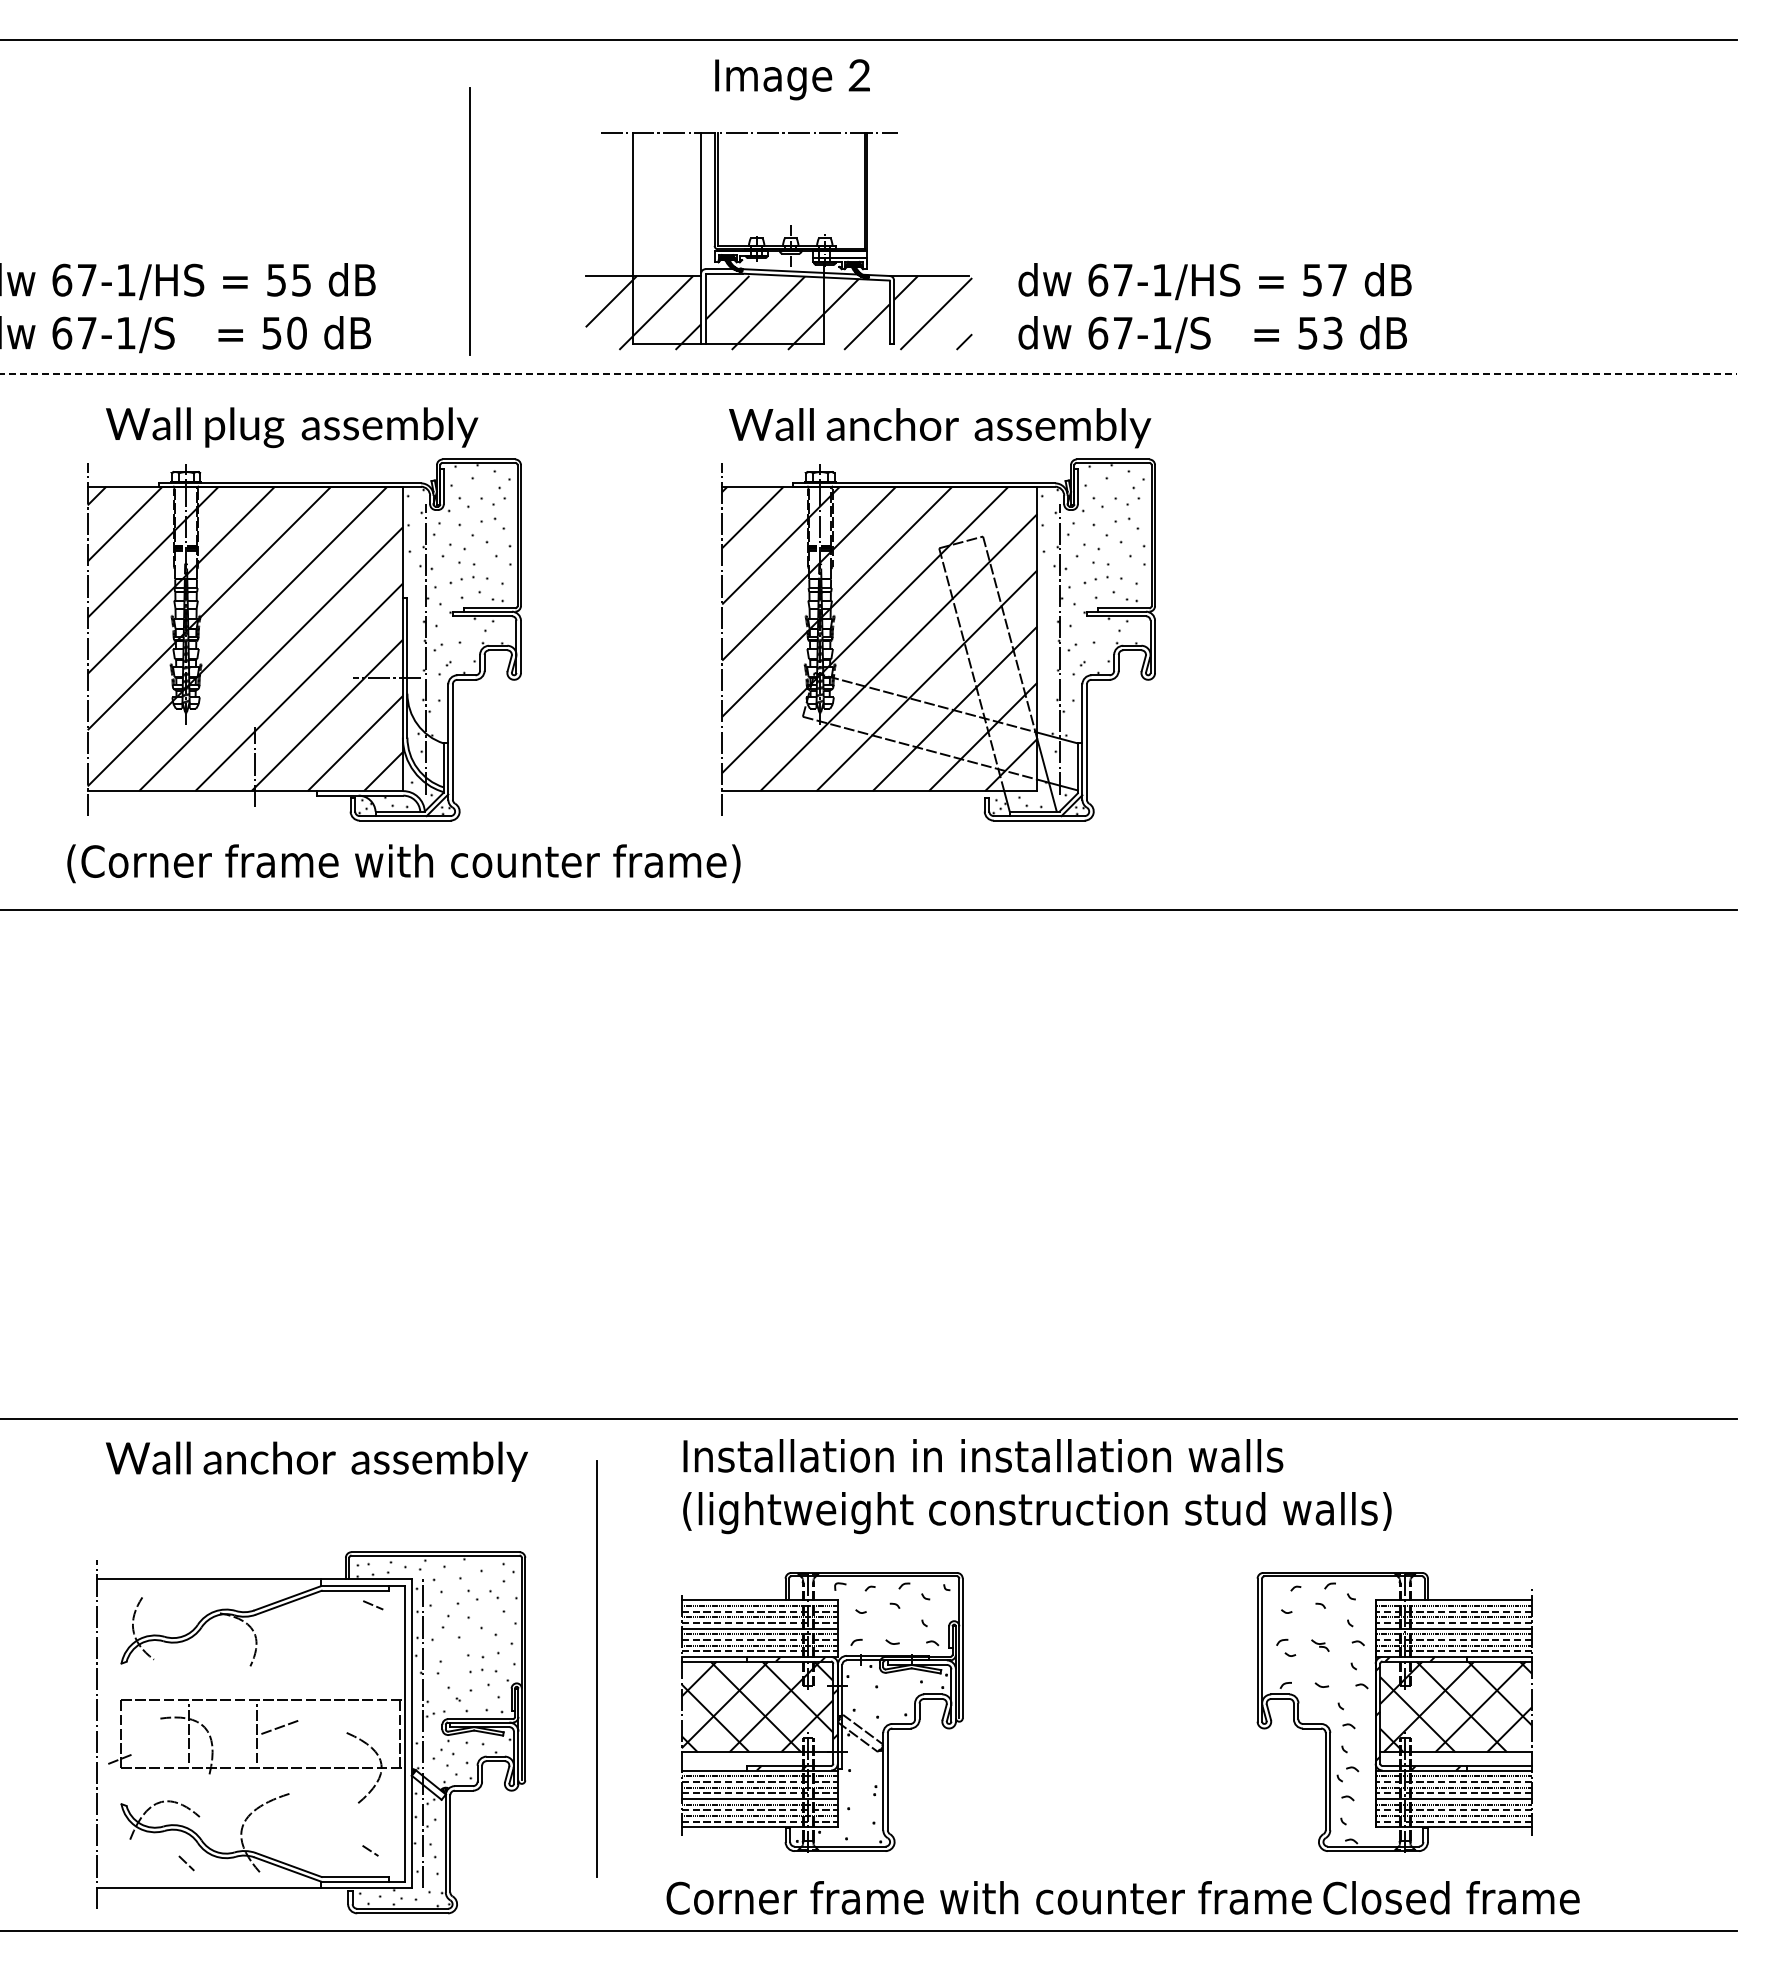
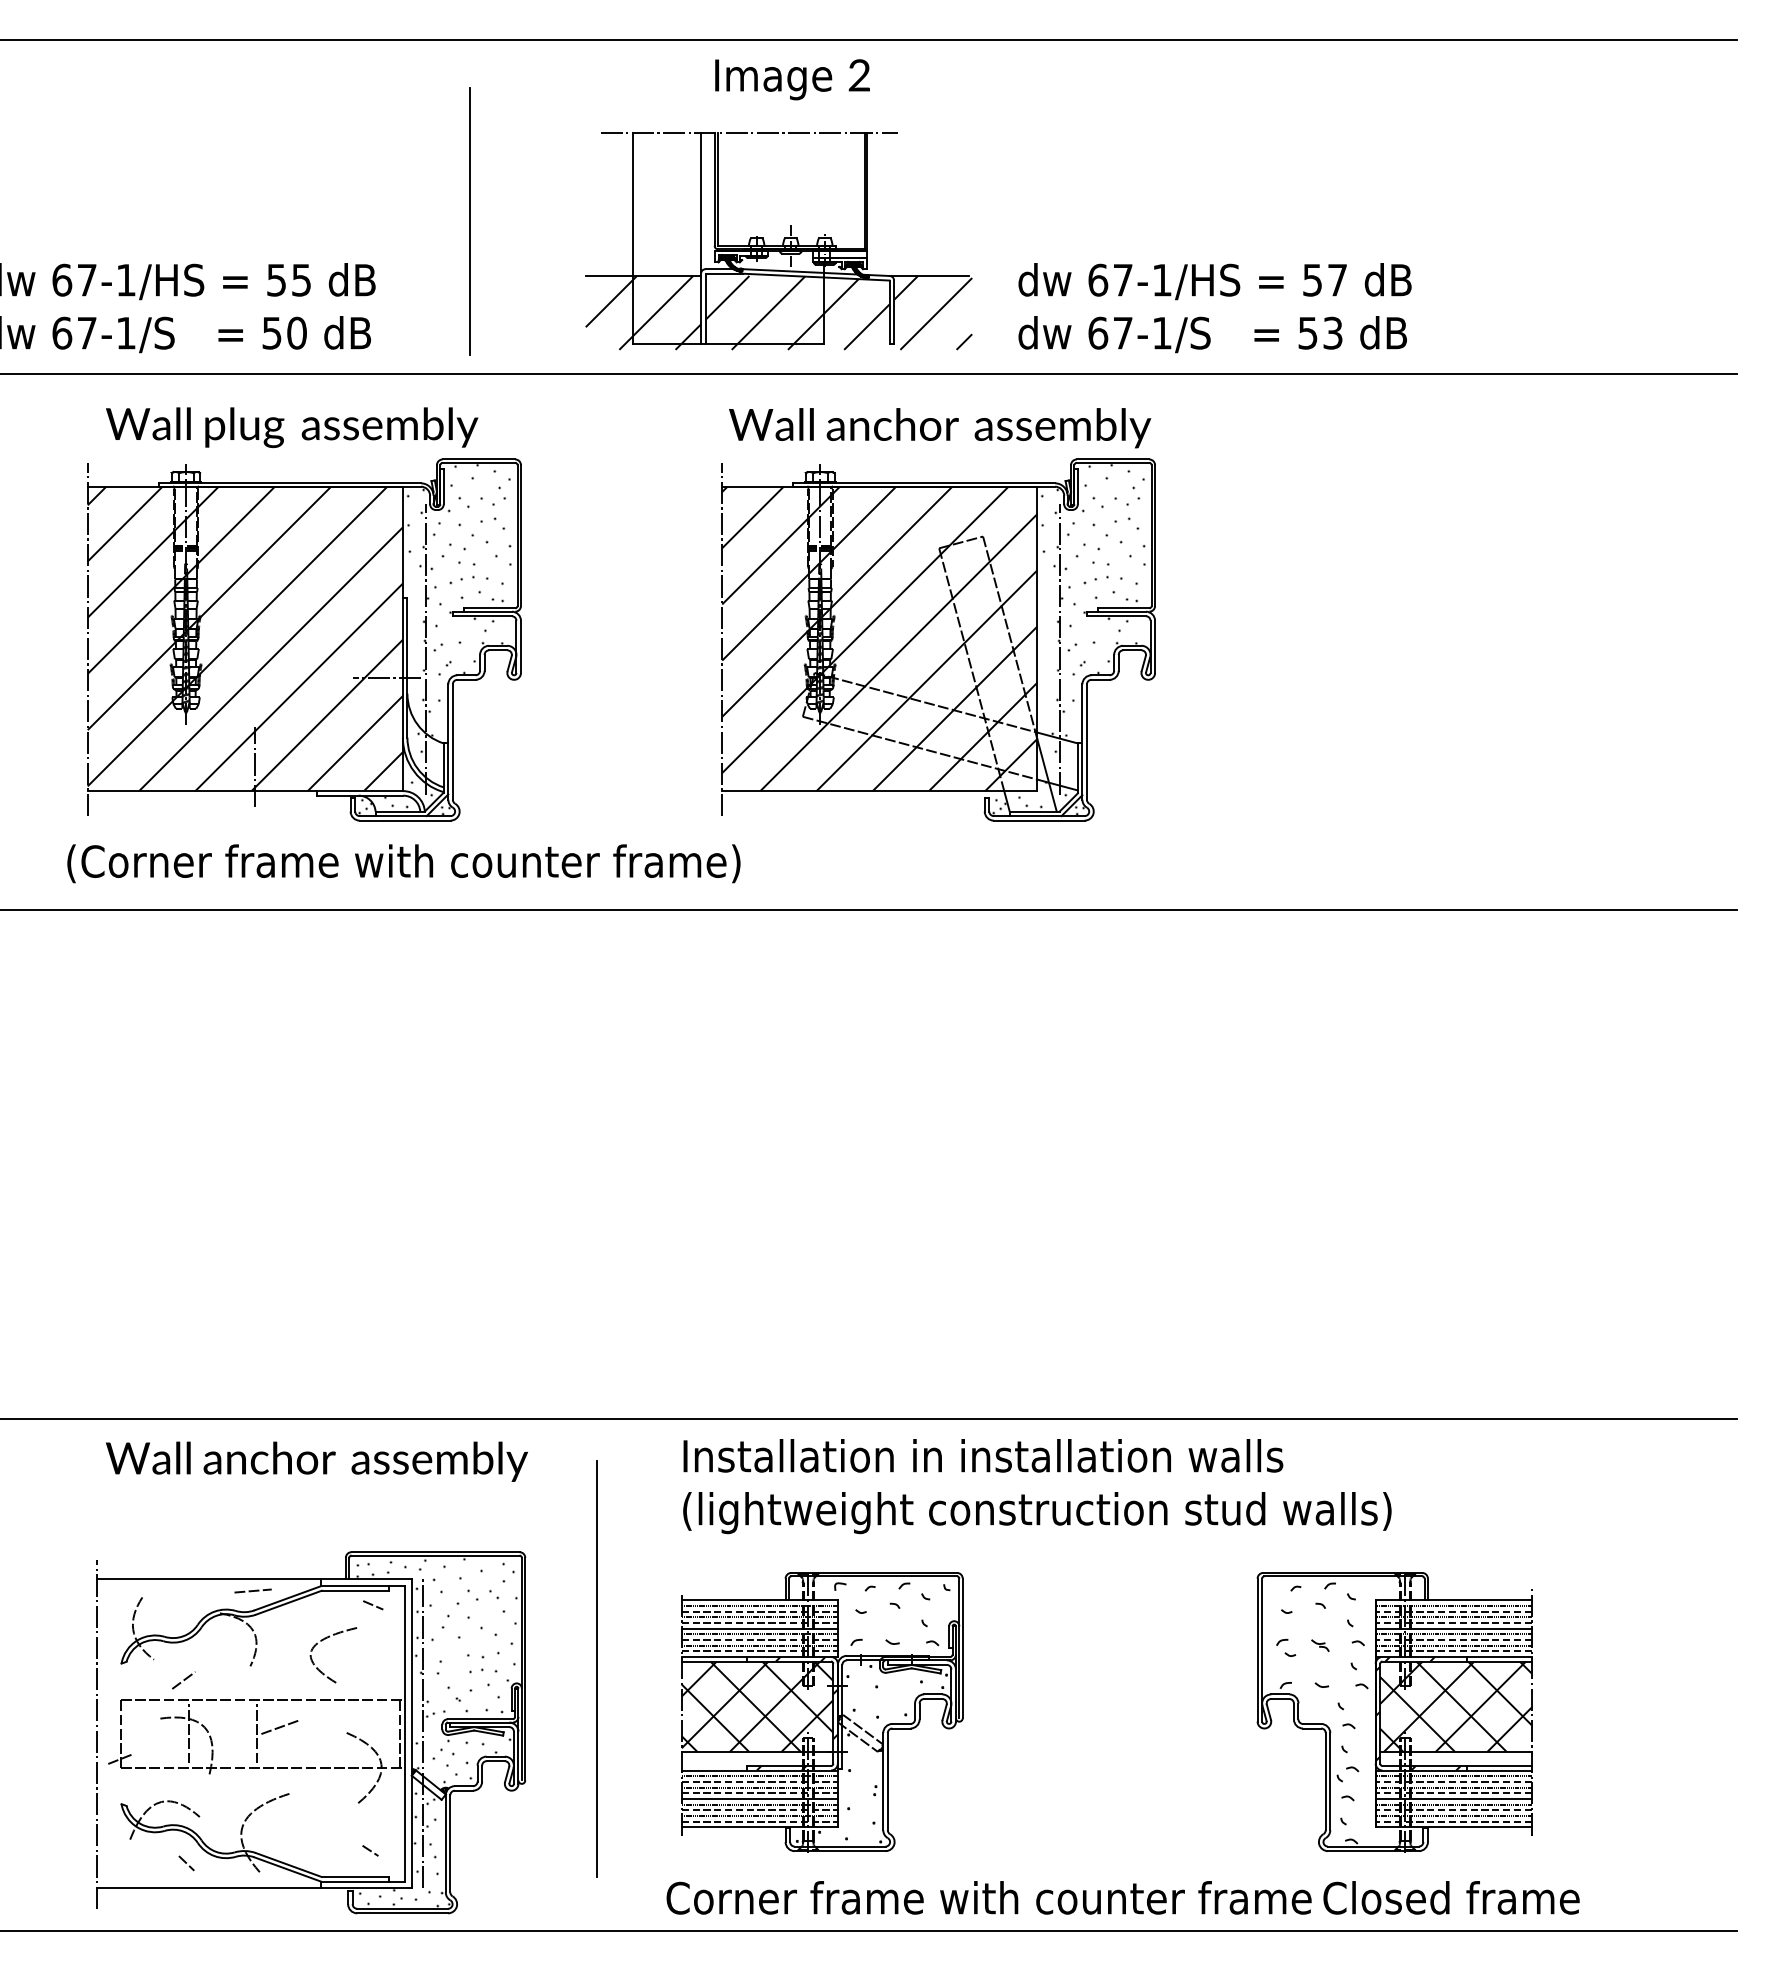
line at (869, 373): dashed -> solid
line at (252, 1590): none -> present
curve at (322, 1641): none -> present
line at (183, 1679): none -> present
